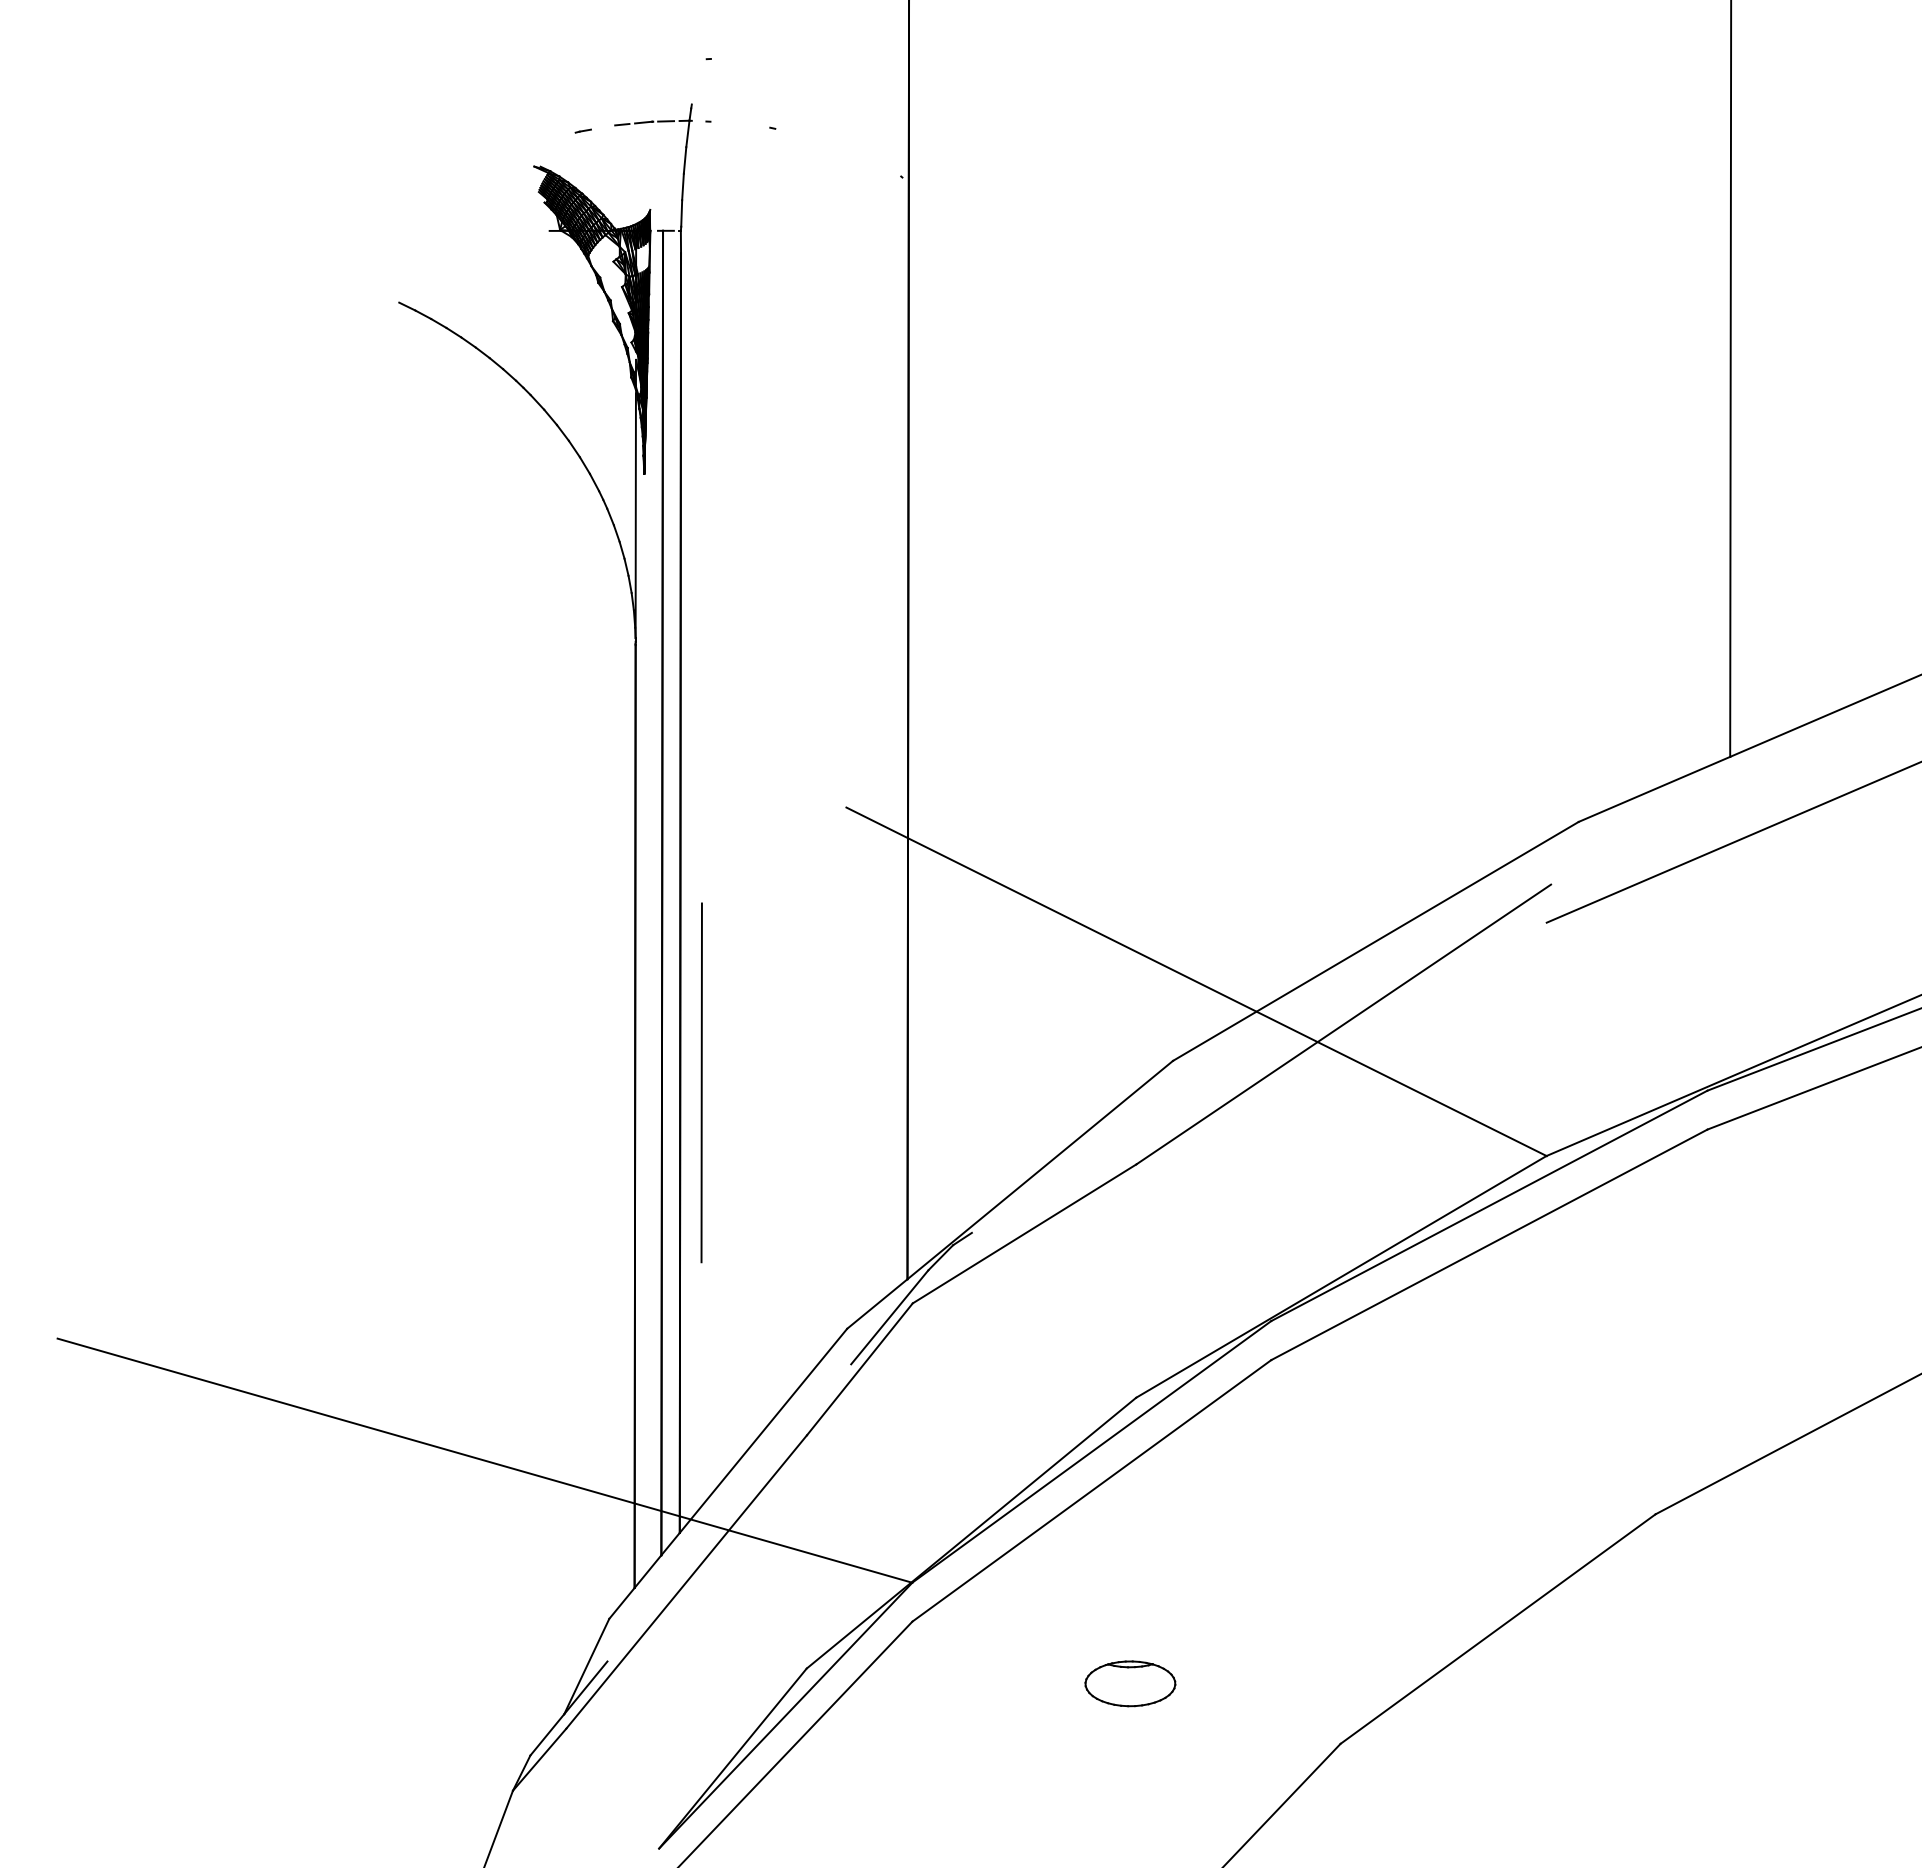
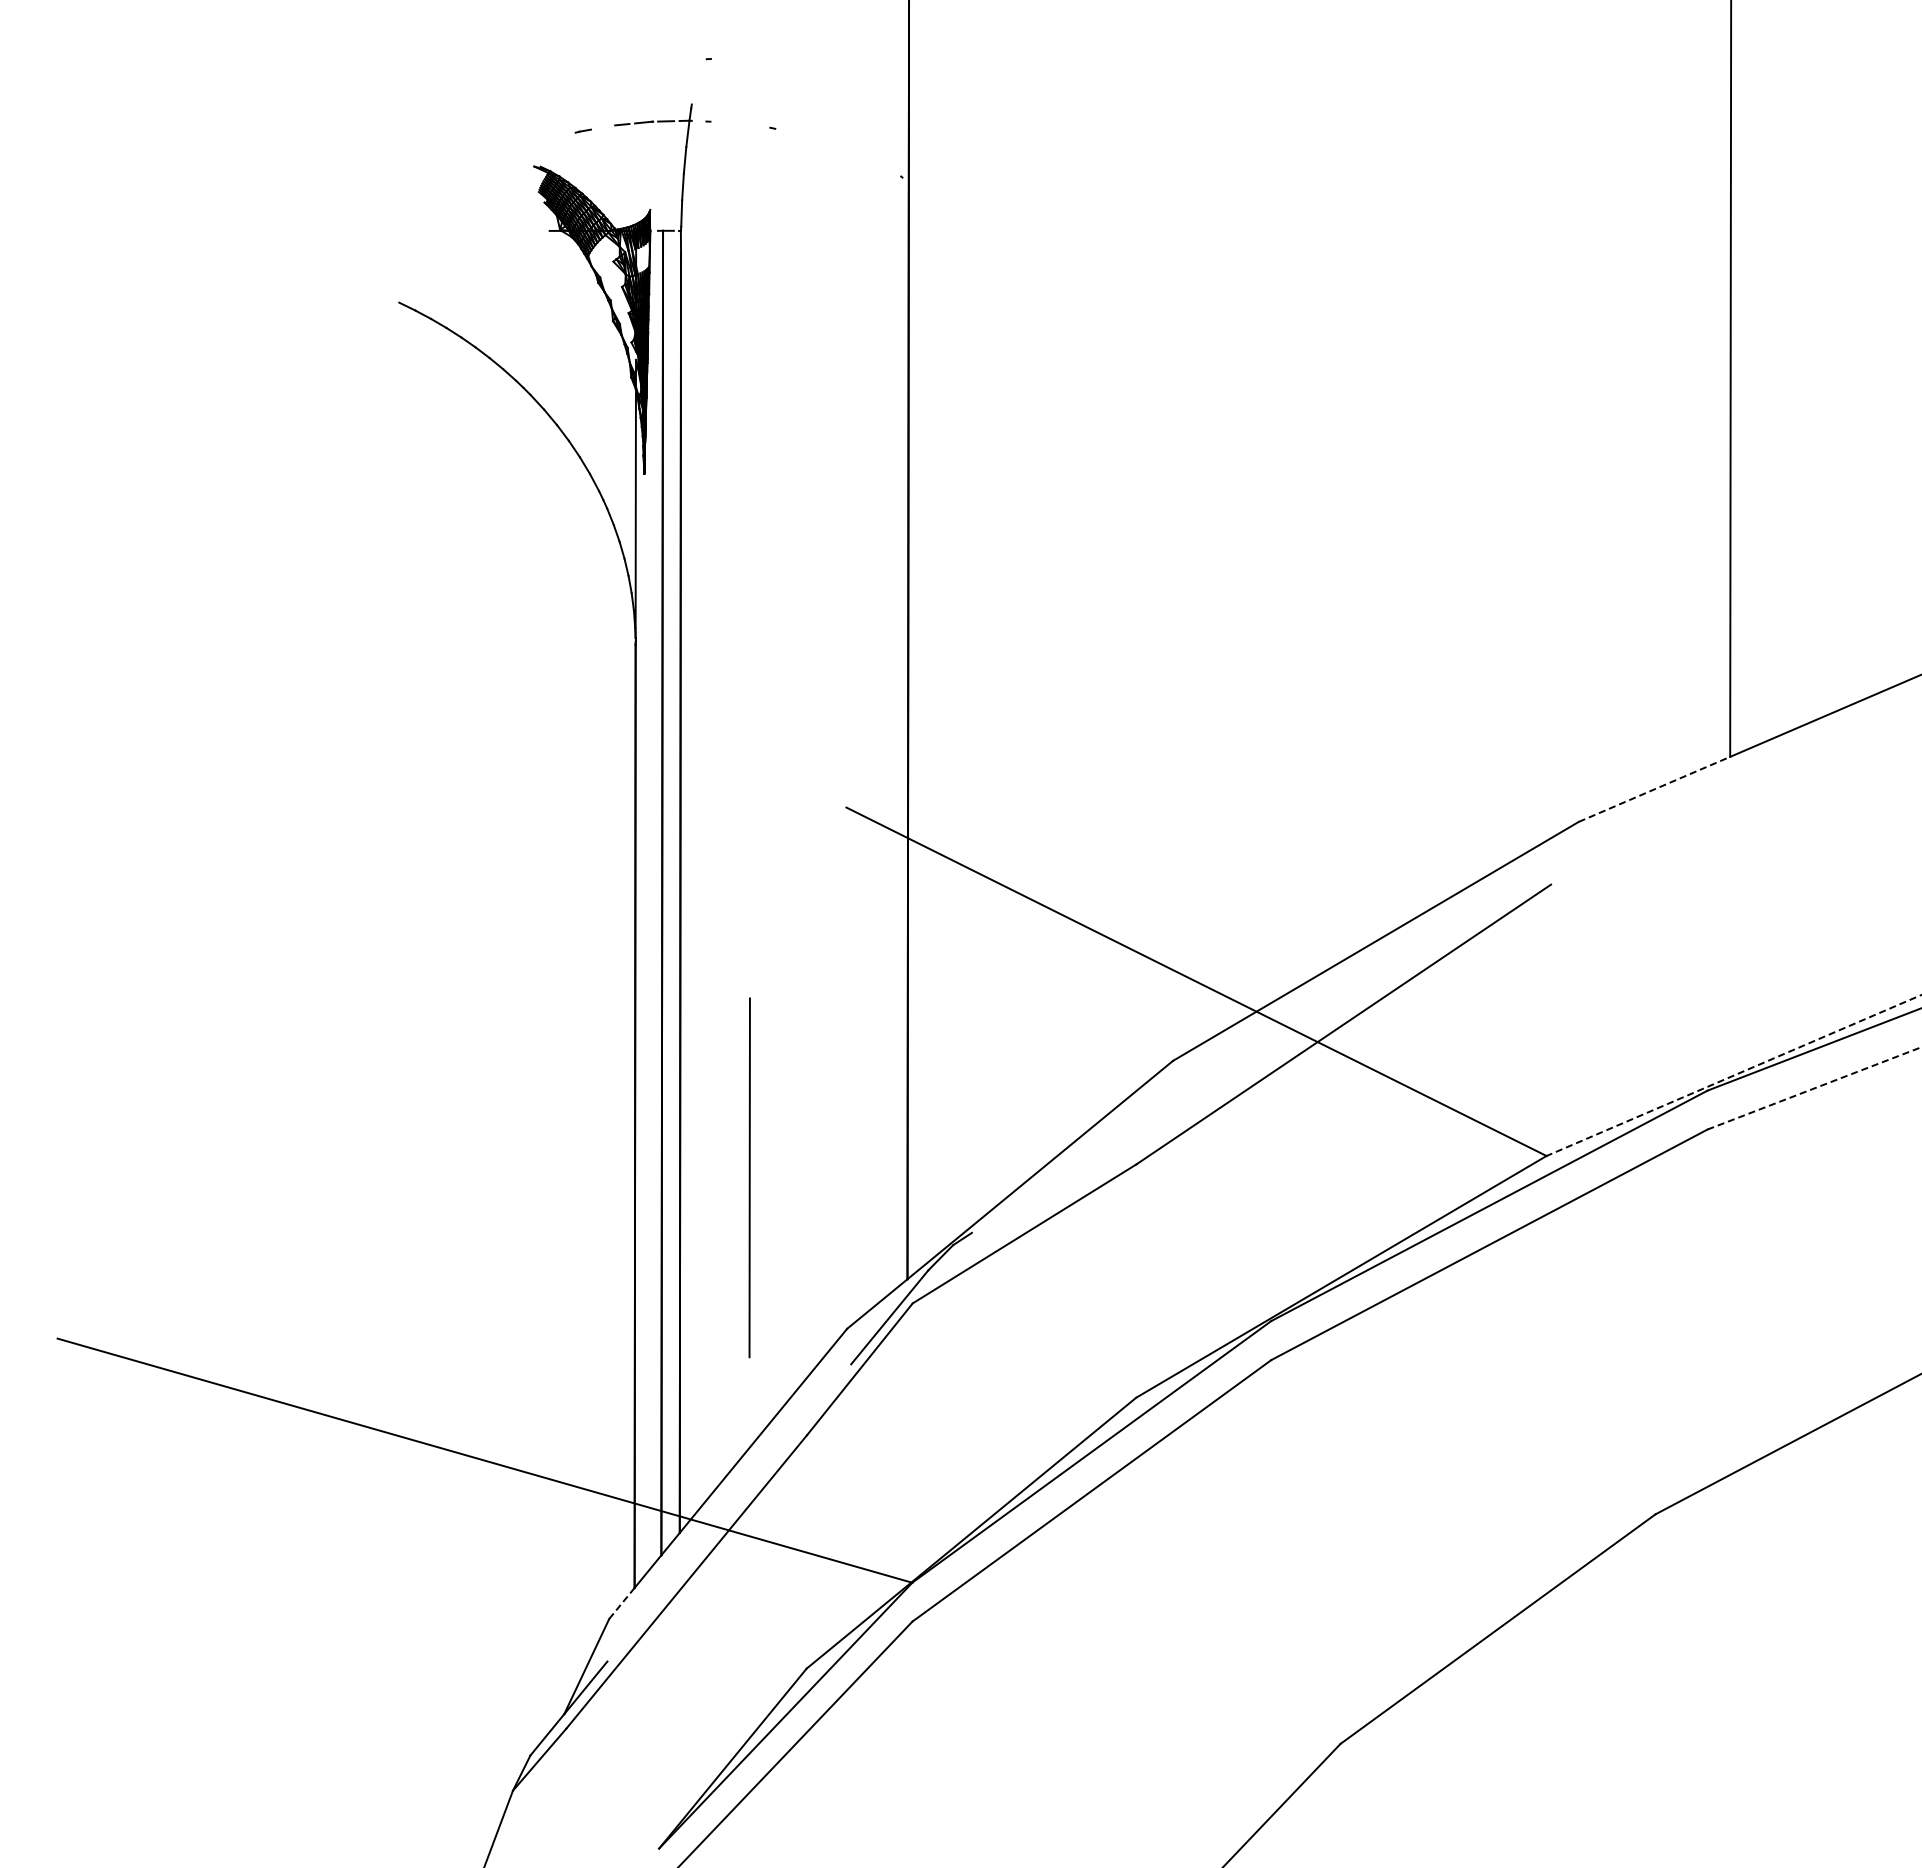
line at (1654, 789): solid -> dashed
line at (1732, 842): present -> none
line at (1733, 1075): solid -> dashed
line at (701, 1082) position: (701, 1082) -> (749, 1177)
line at (1814, 1088): solid -> dashed
line at (621, 1603): solid -> dashed
part at (1130, 1683): present -> none
